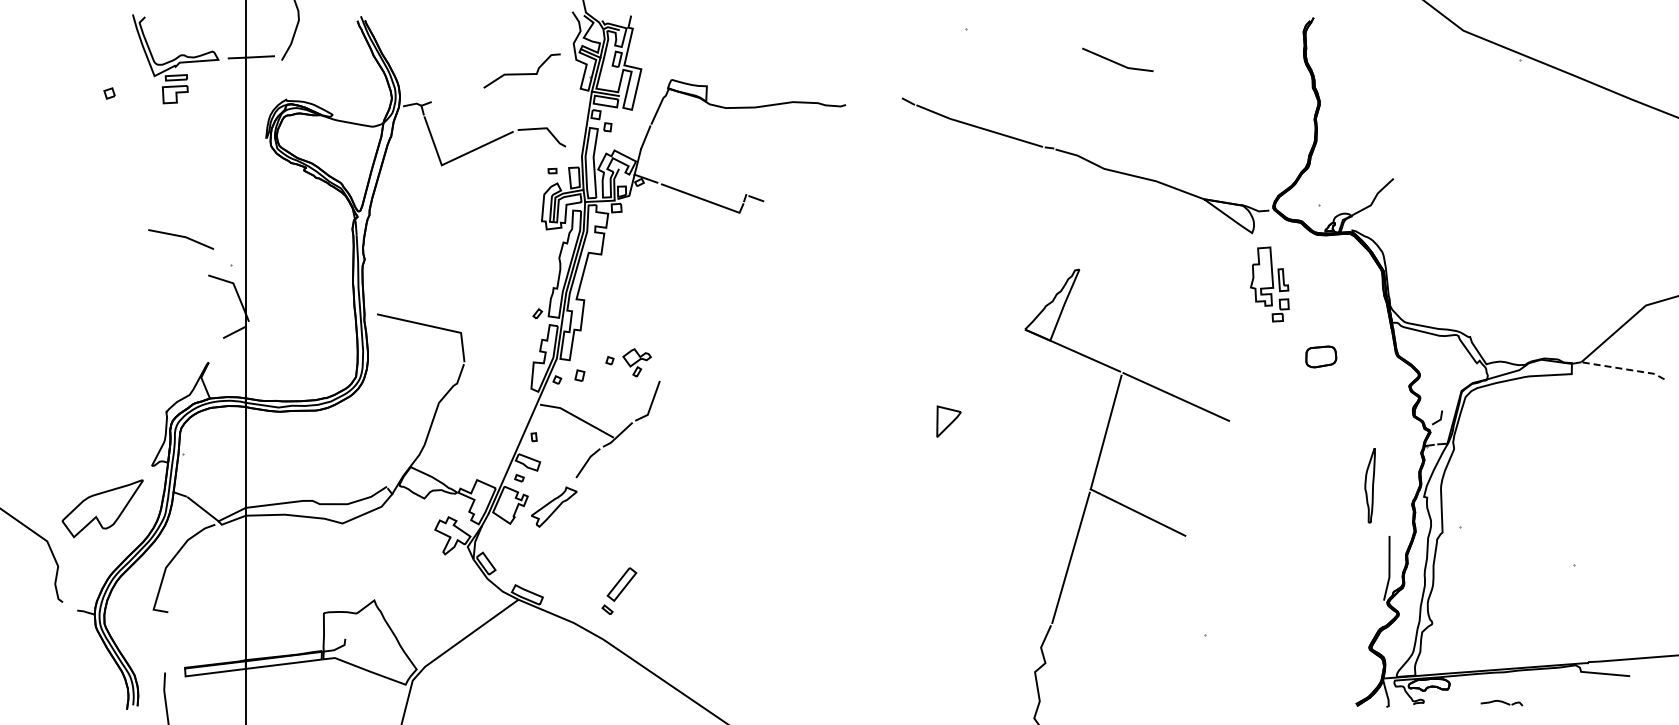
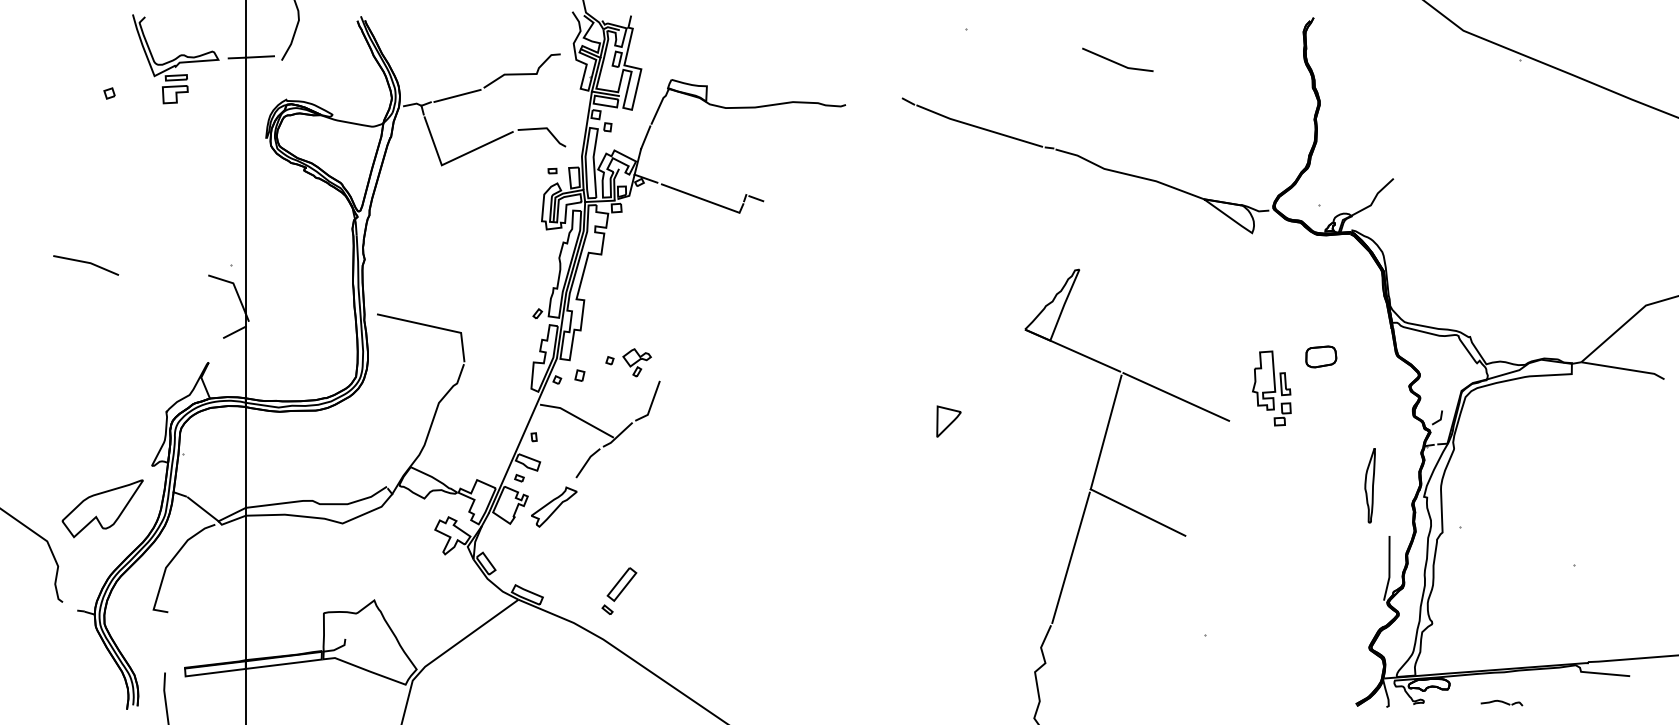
line at (457, 95): none -> present
line at (181, 237) position: (181, 237) -> (86, 263)
part at (1269, 284) position: (1269, 284) -> (1271, 388)
line at (1623, 369): dashed -> solid
